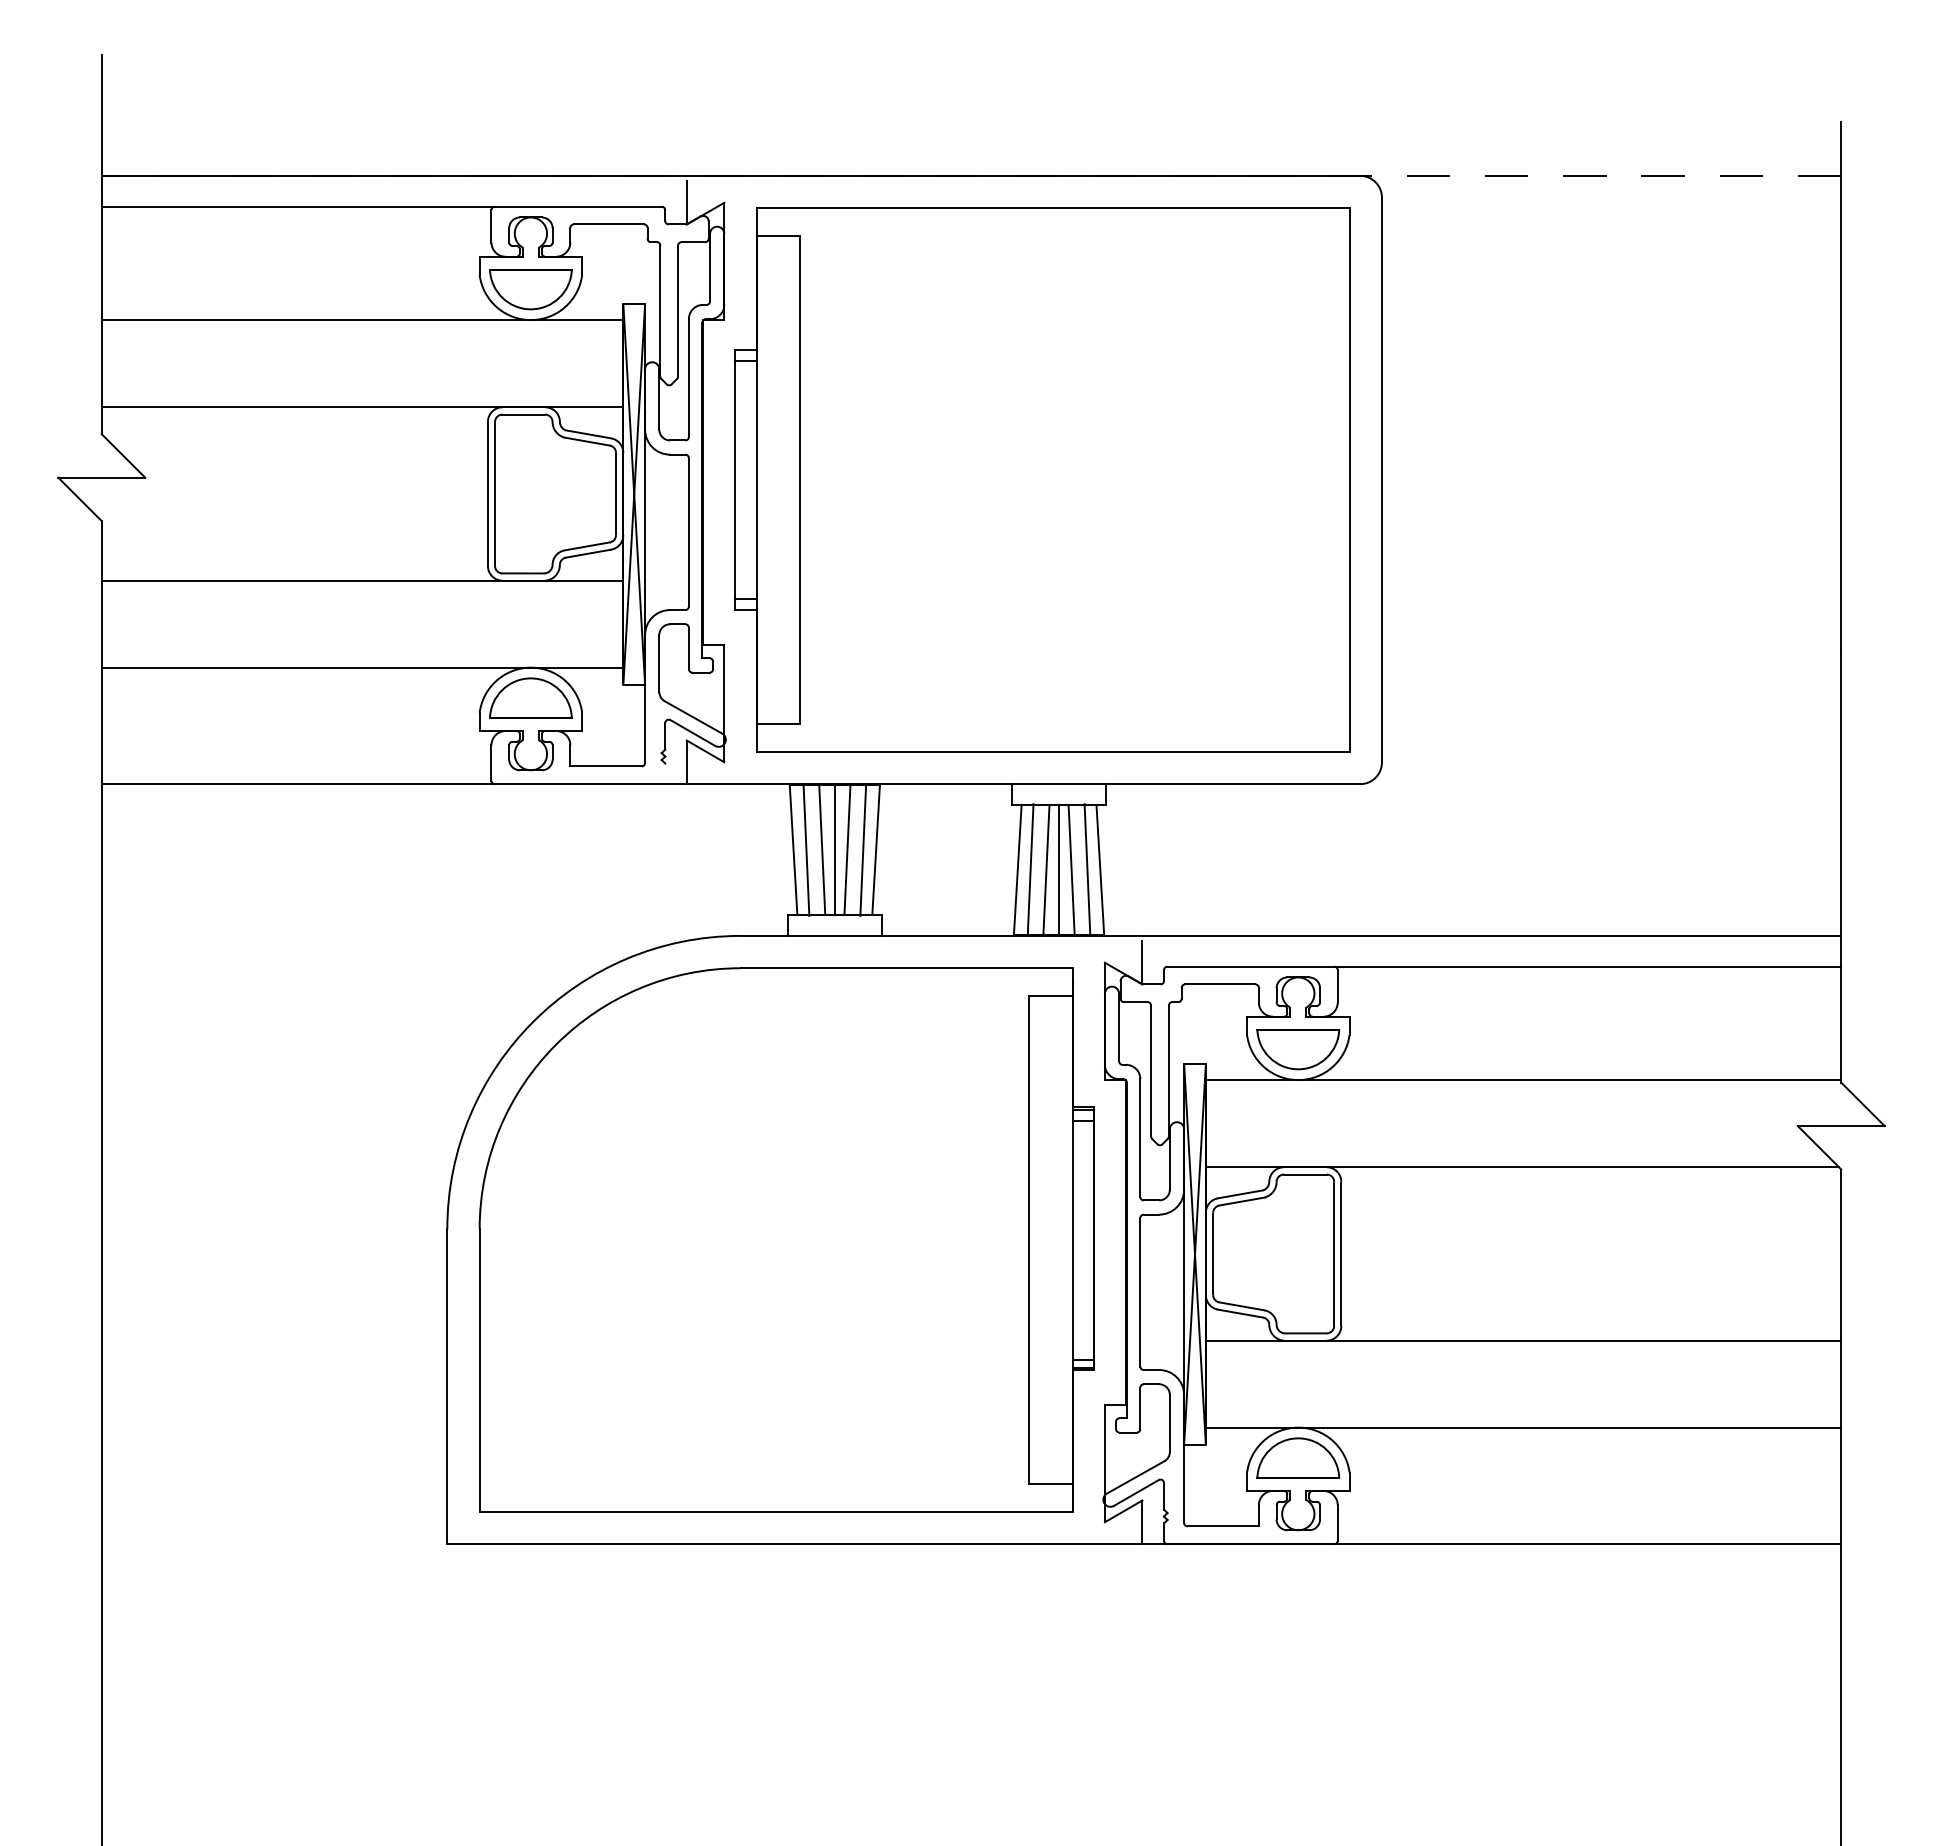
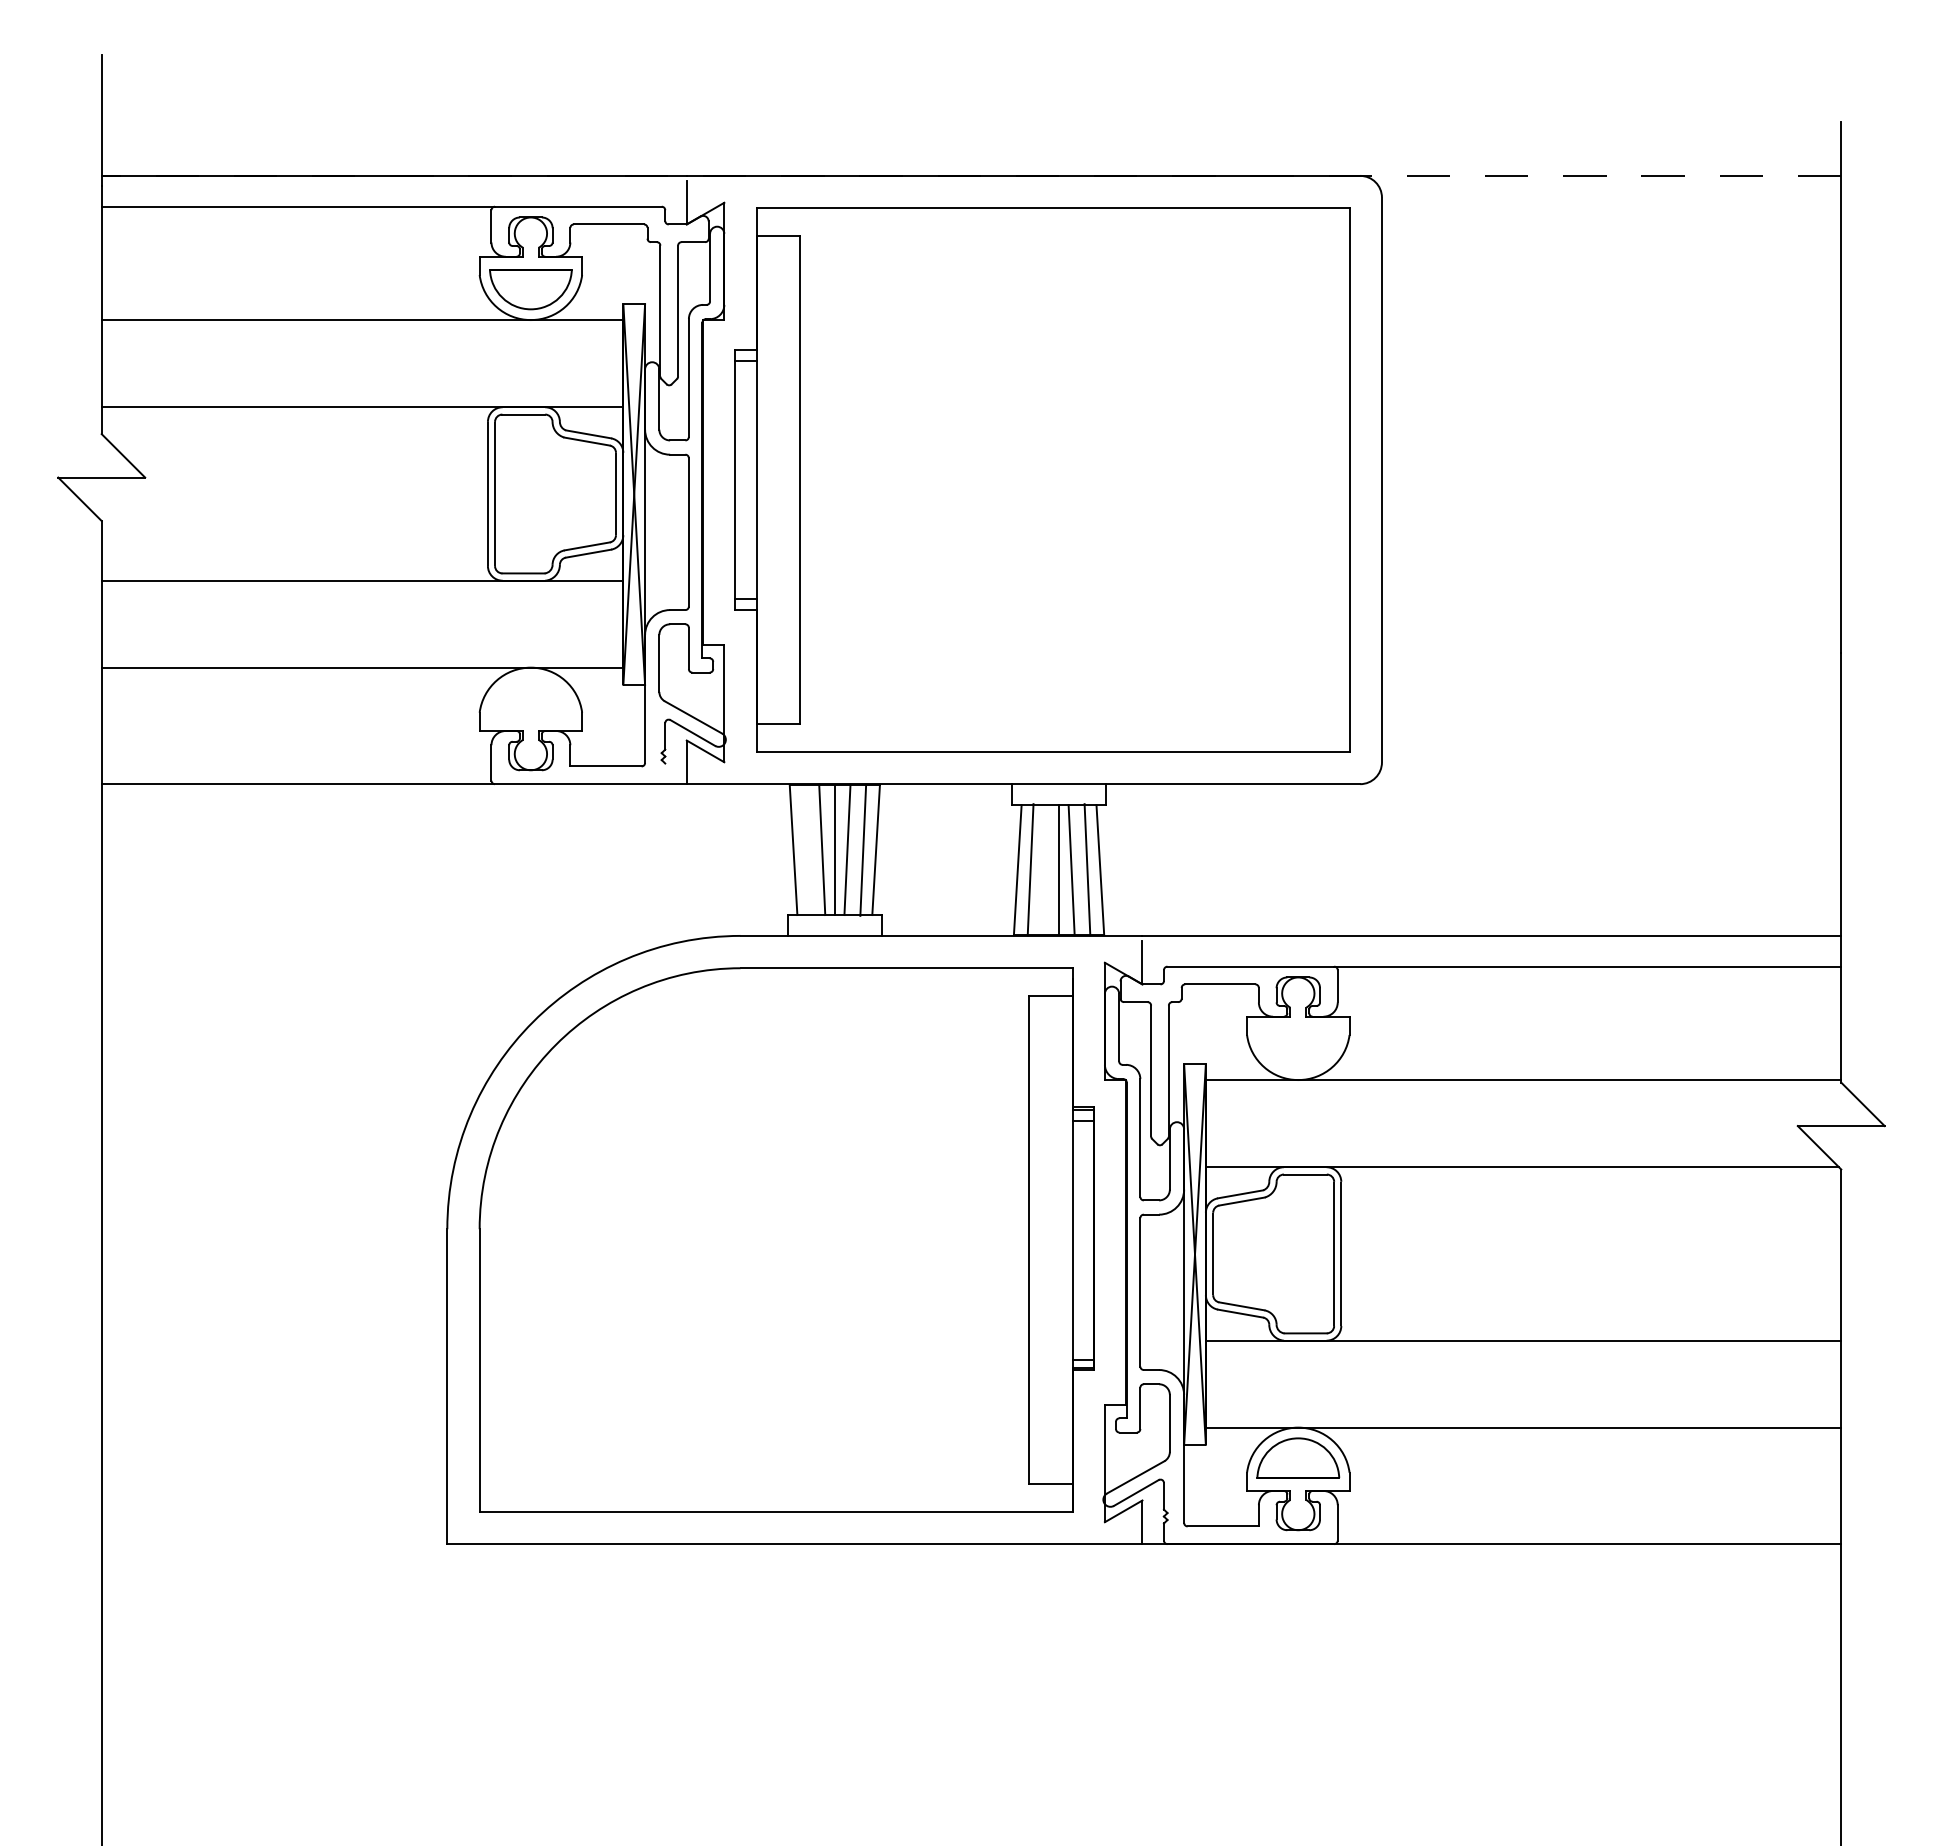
part at (530, 697): present -> none
line at (806, 849): present -> none
line at (1046, 870): present -> none
part at (1298, 1049): present -> none
